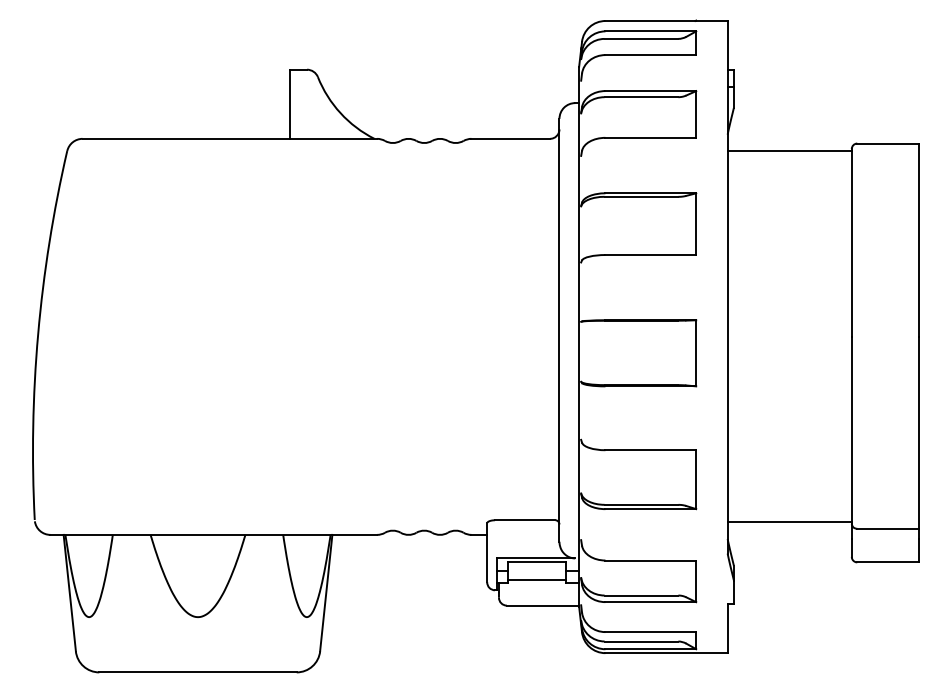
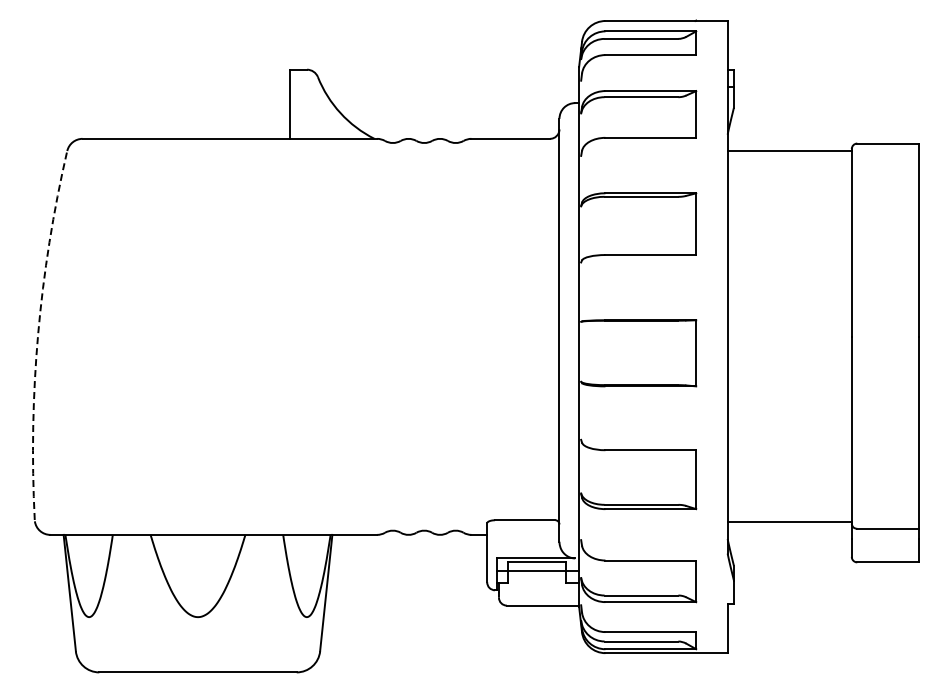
arc at (38, 334): solid -> dashed
line at (536, 580) position: (536, 580) -> (536, 571)
